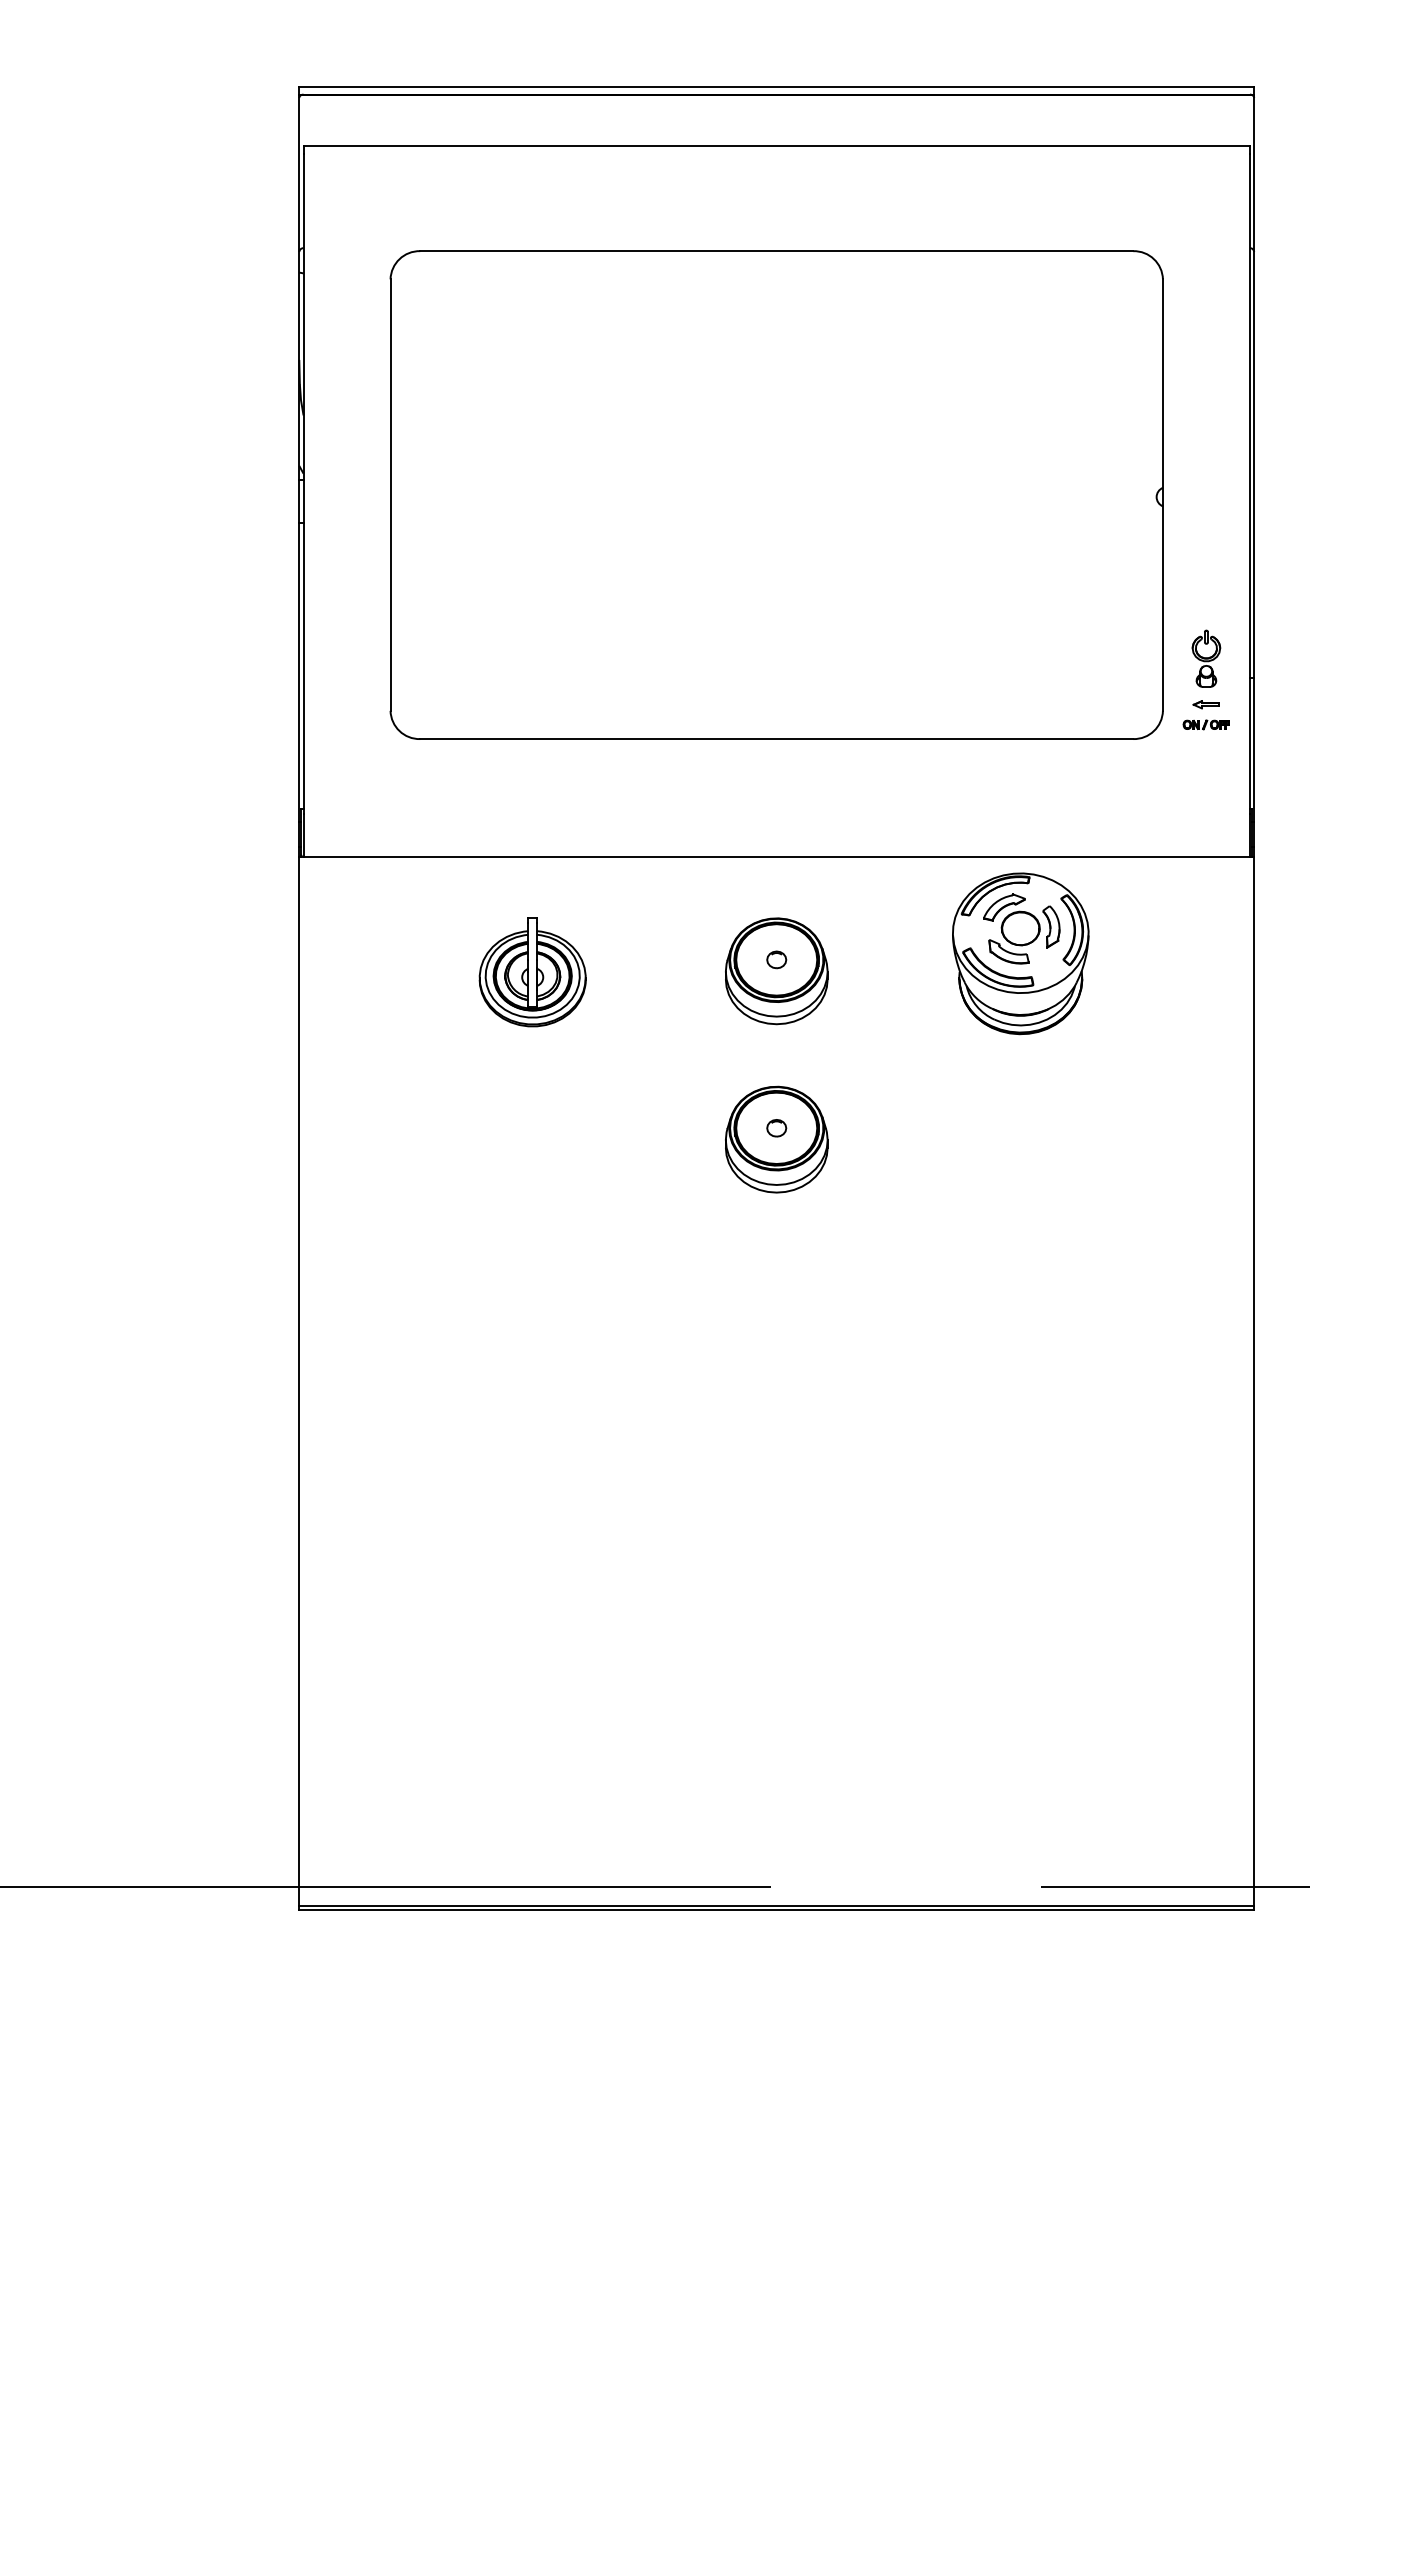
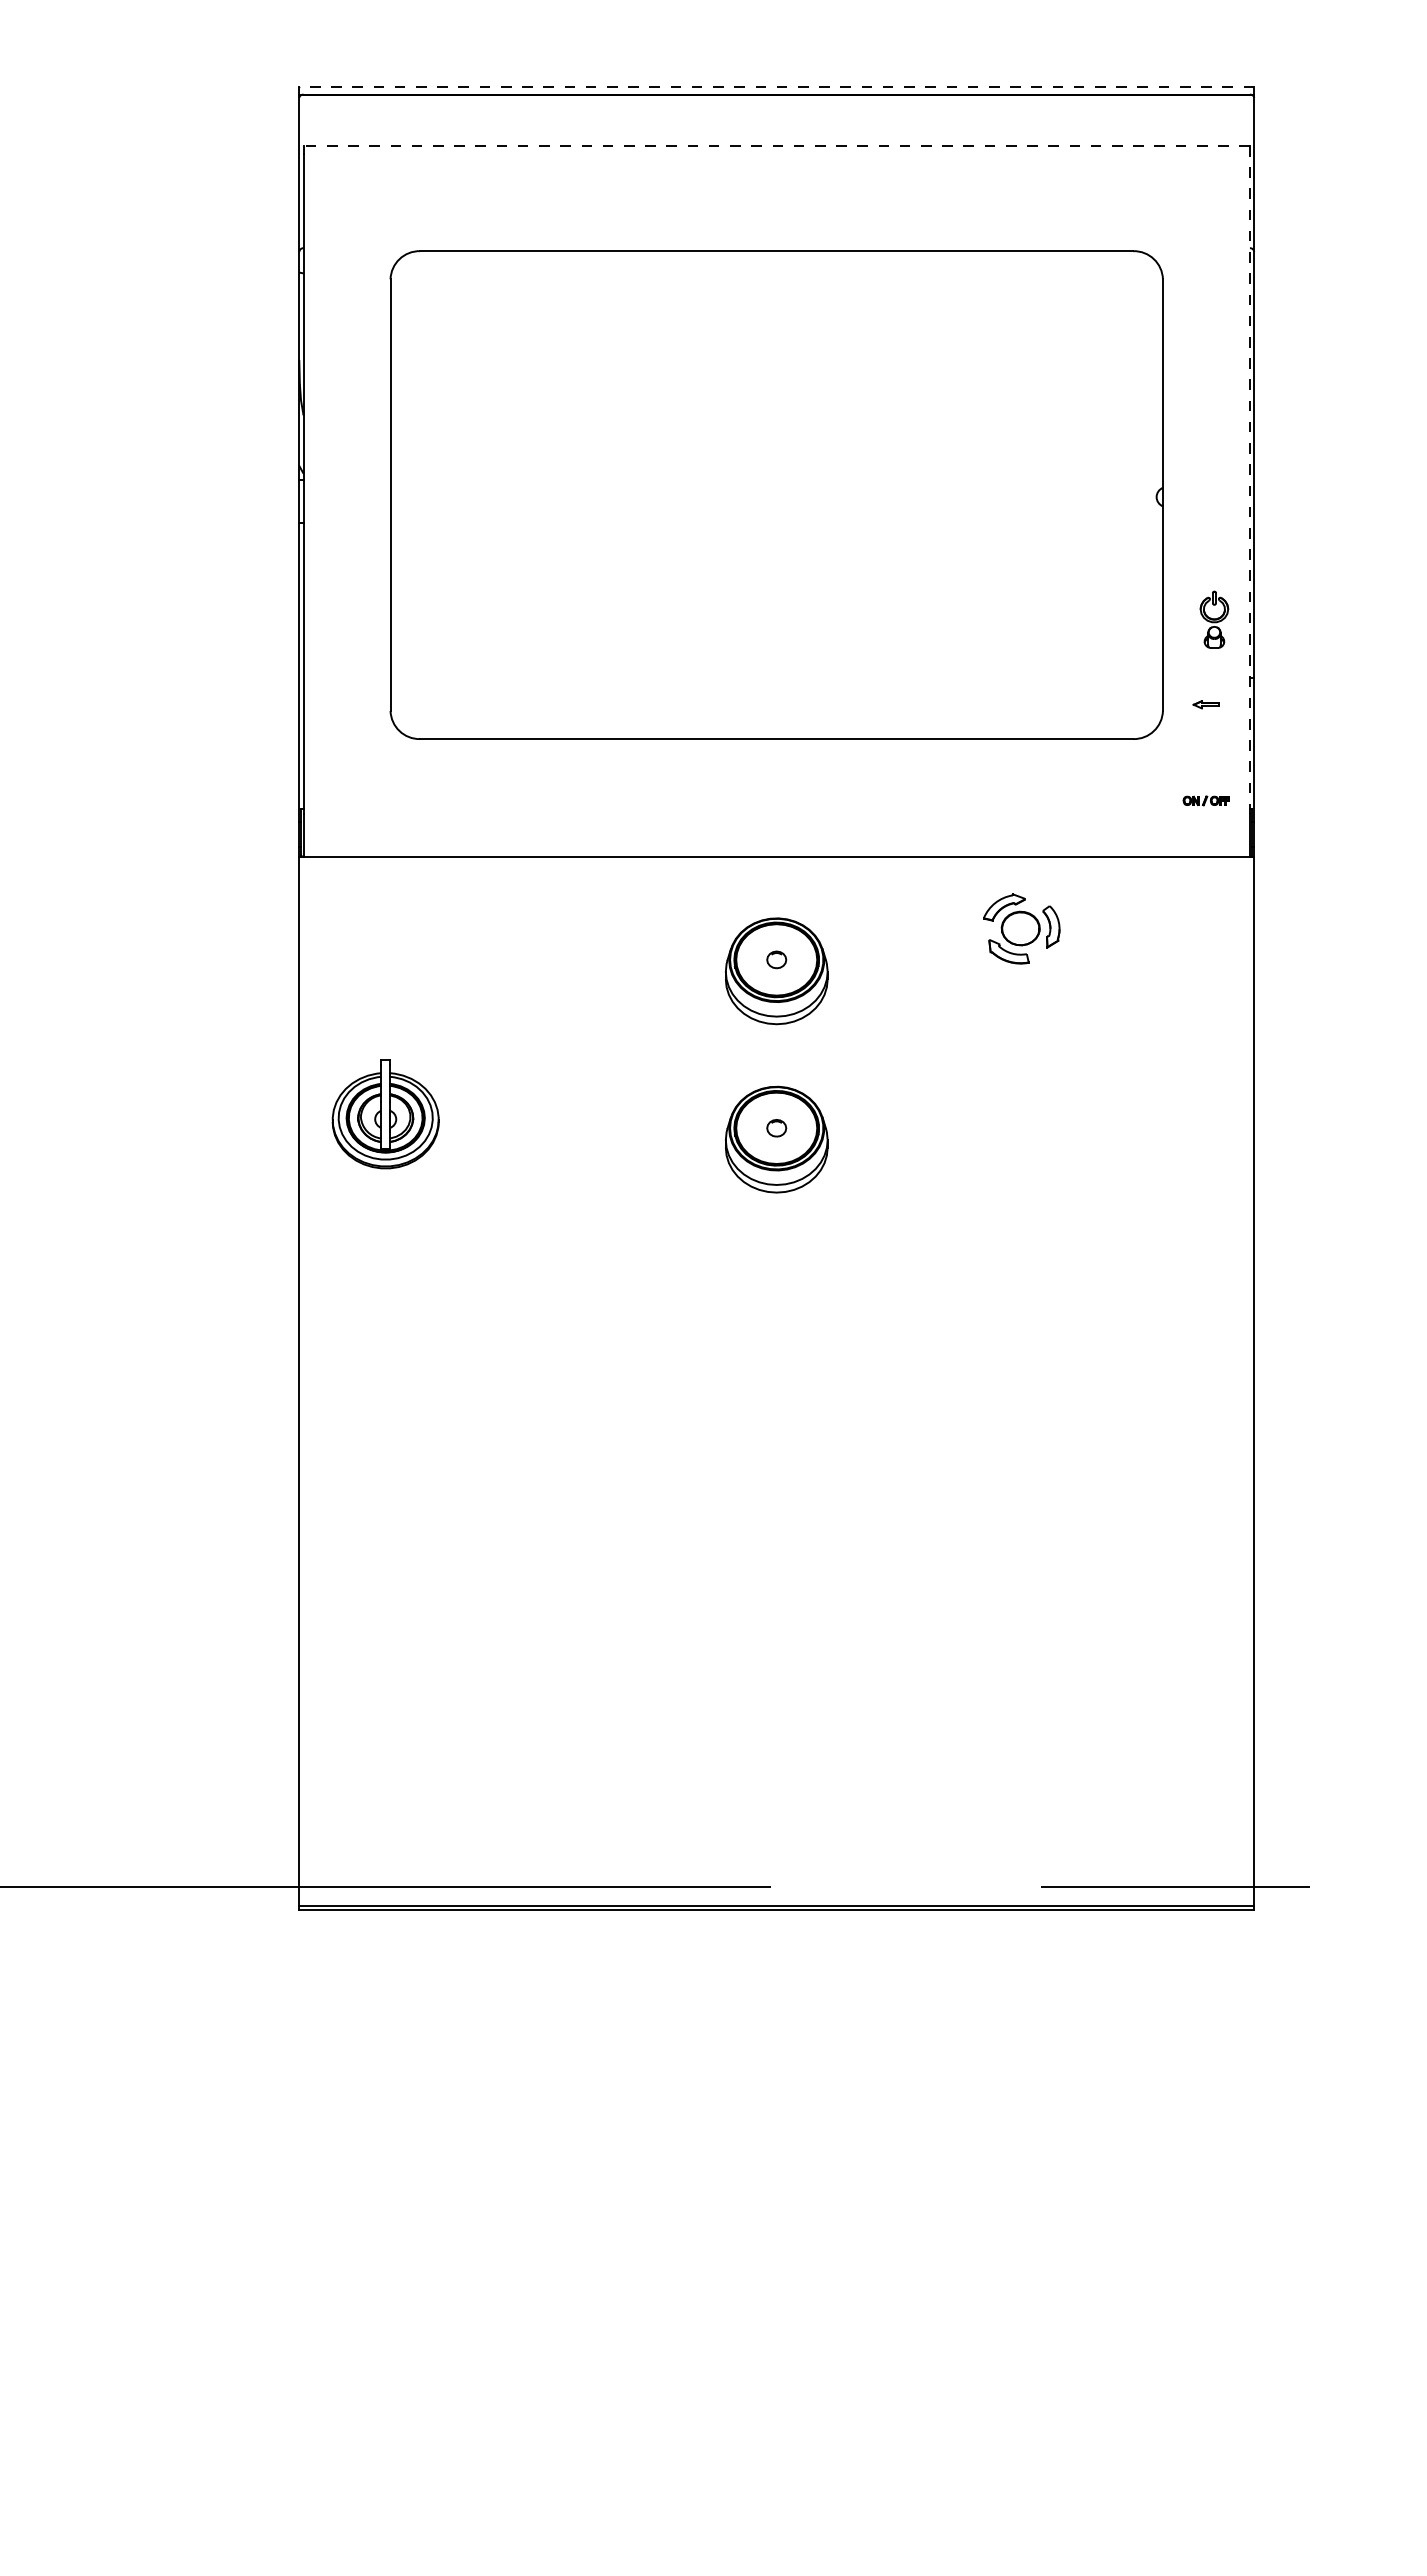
line at (776, 86): solid -> dashed
line at (776, 145): solid -> dashed
line at (1249, 483): solid -> dashed
part at (1206, 658) position: (1206, 658) -> (1214, 619)
part at (1205, 724) position: (1205, 724) -> (1205, 800)
part at (1020, 953): present -> none
part at (532, 972) position: (532, 972) -> (385, 1114)
